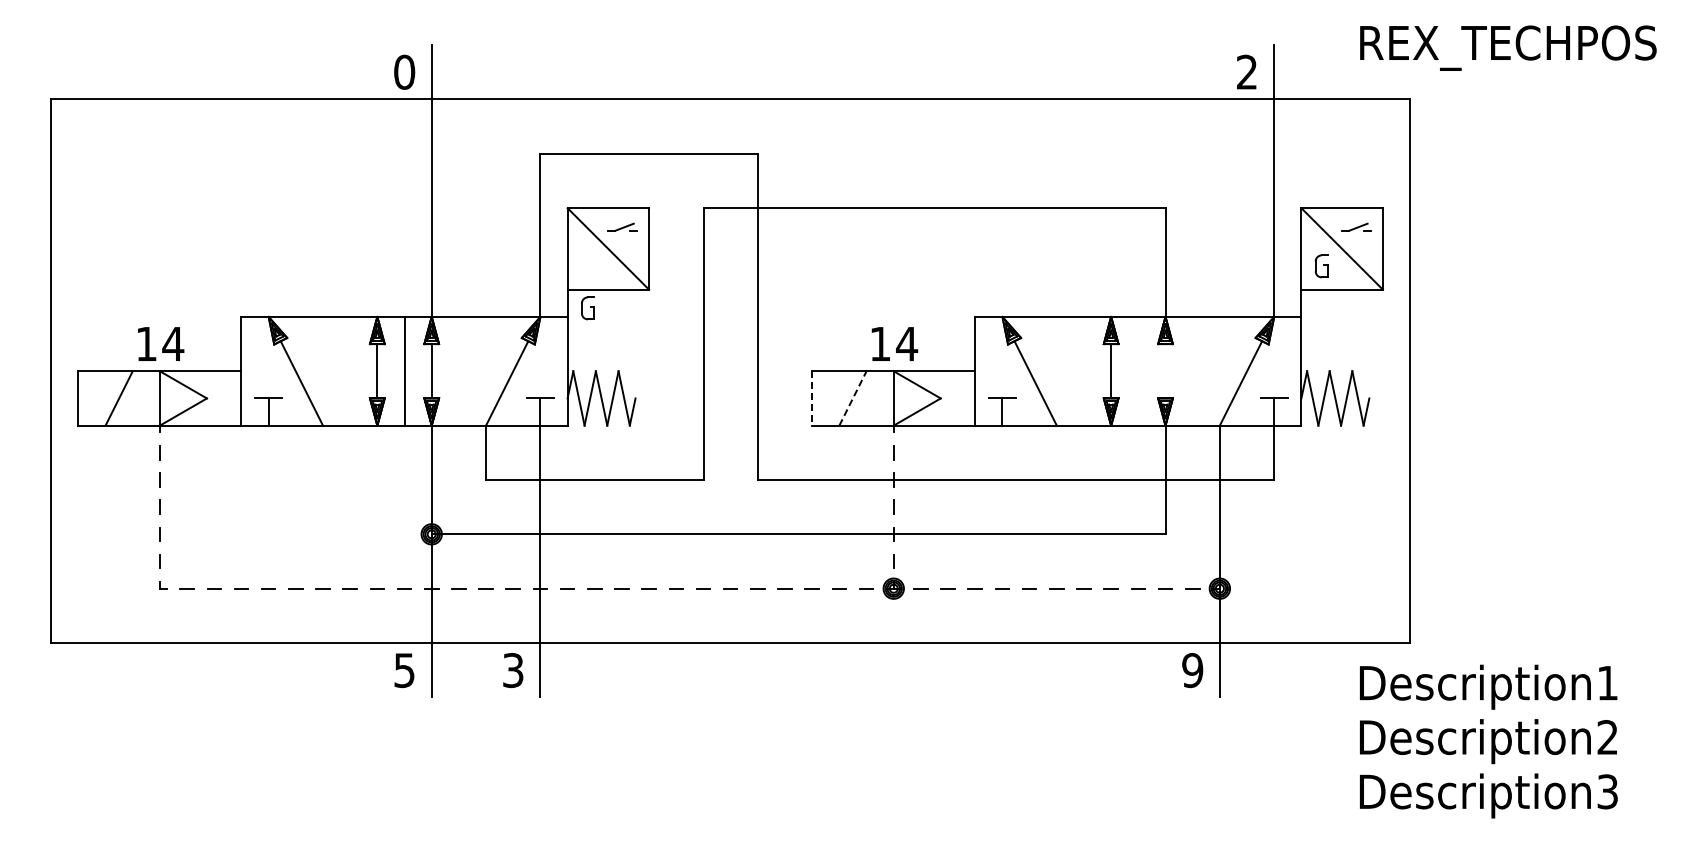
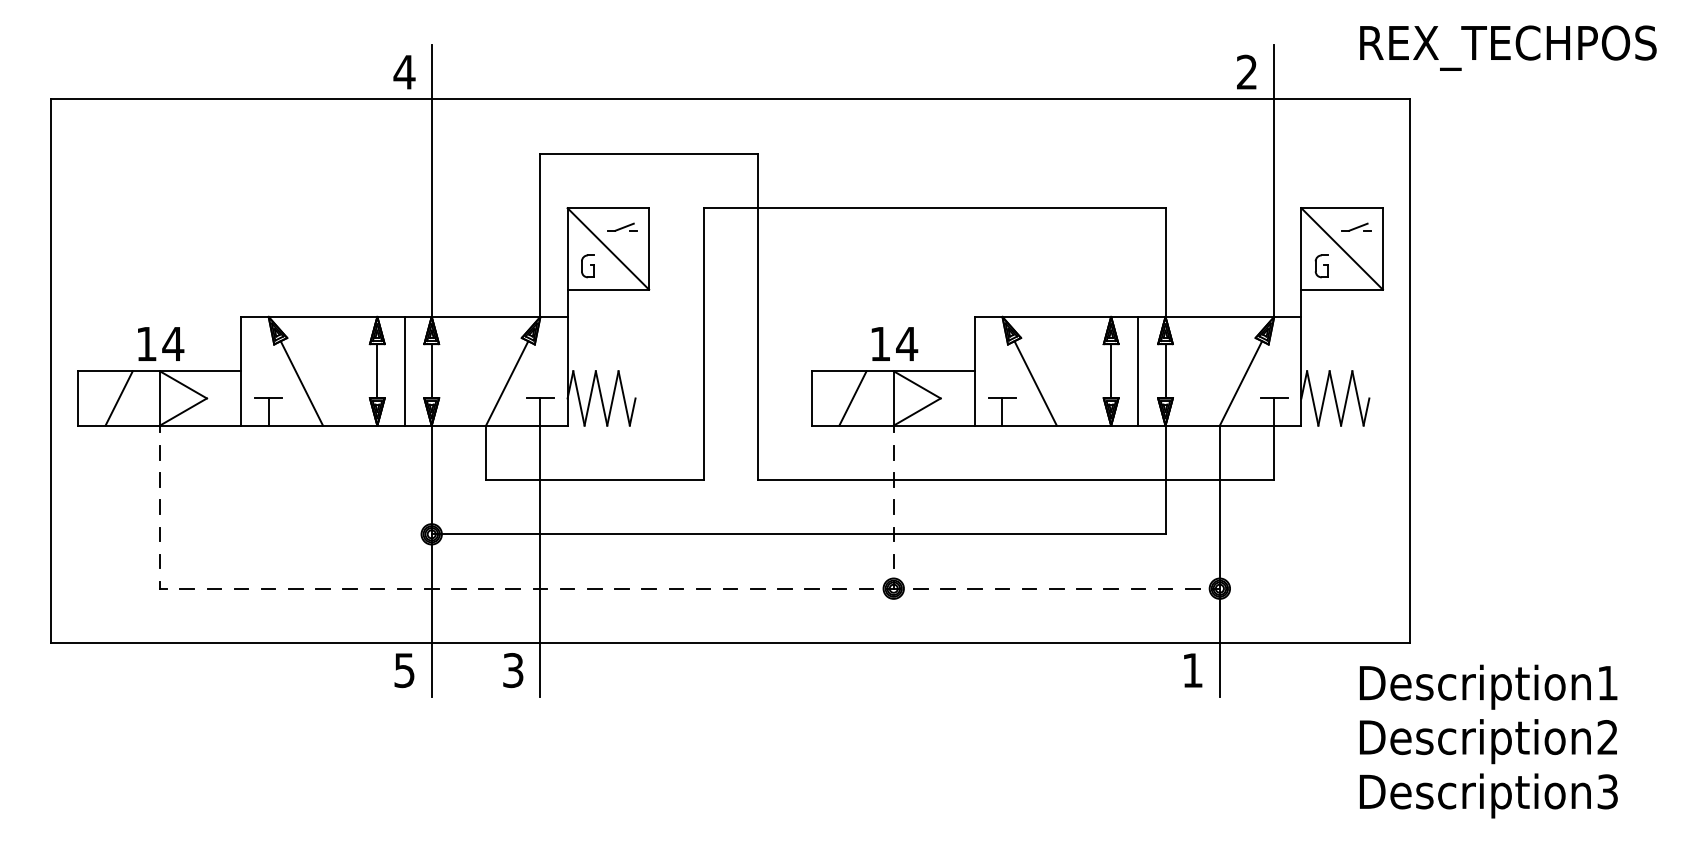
text at (404, 71): 0 -> 4
part at (587, 308) position: (587, 308) -> (587, 266)
line at (1138, 370): none -> present
line at (1165, 371): none -> present
line at (812, 398): dashed -> solid
line at (853, 398): dashed -> solid
text at (1192, 670): 9 -> 1
